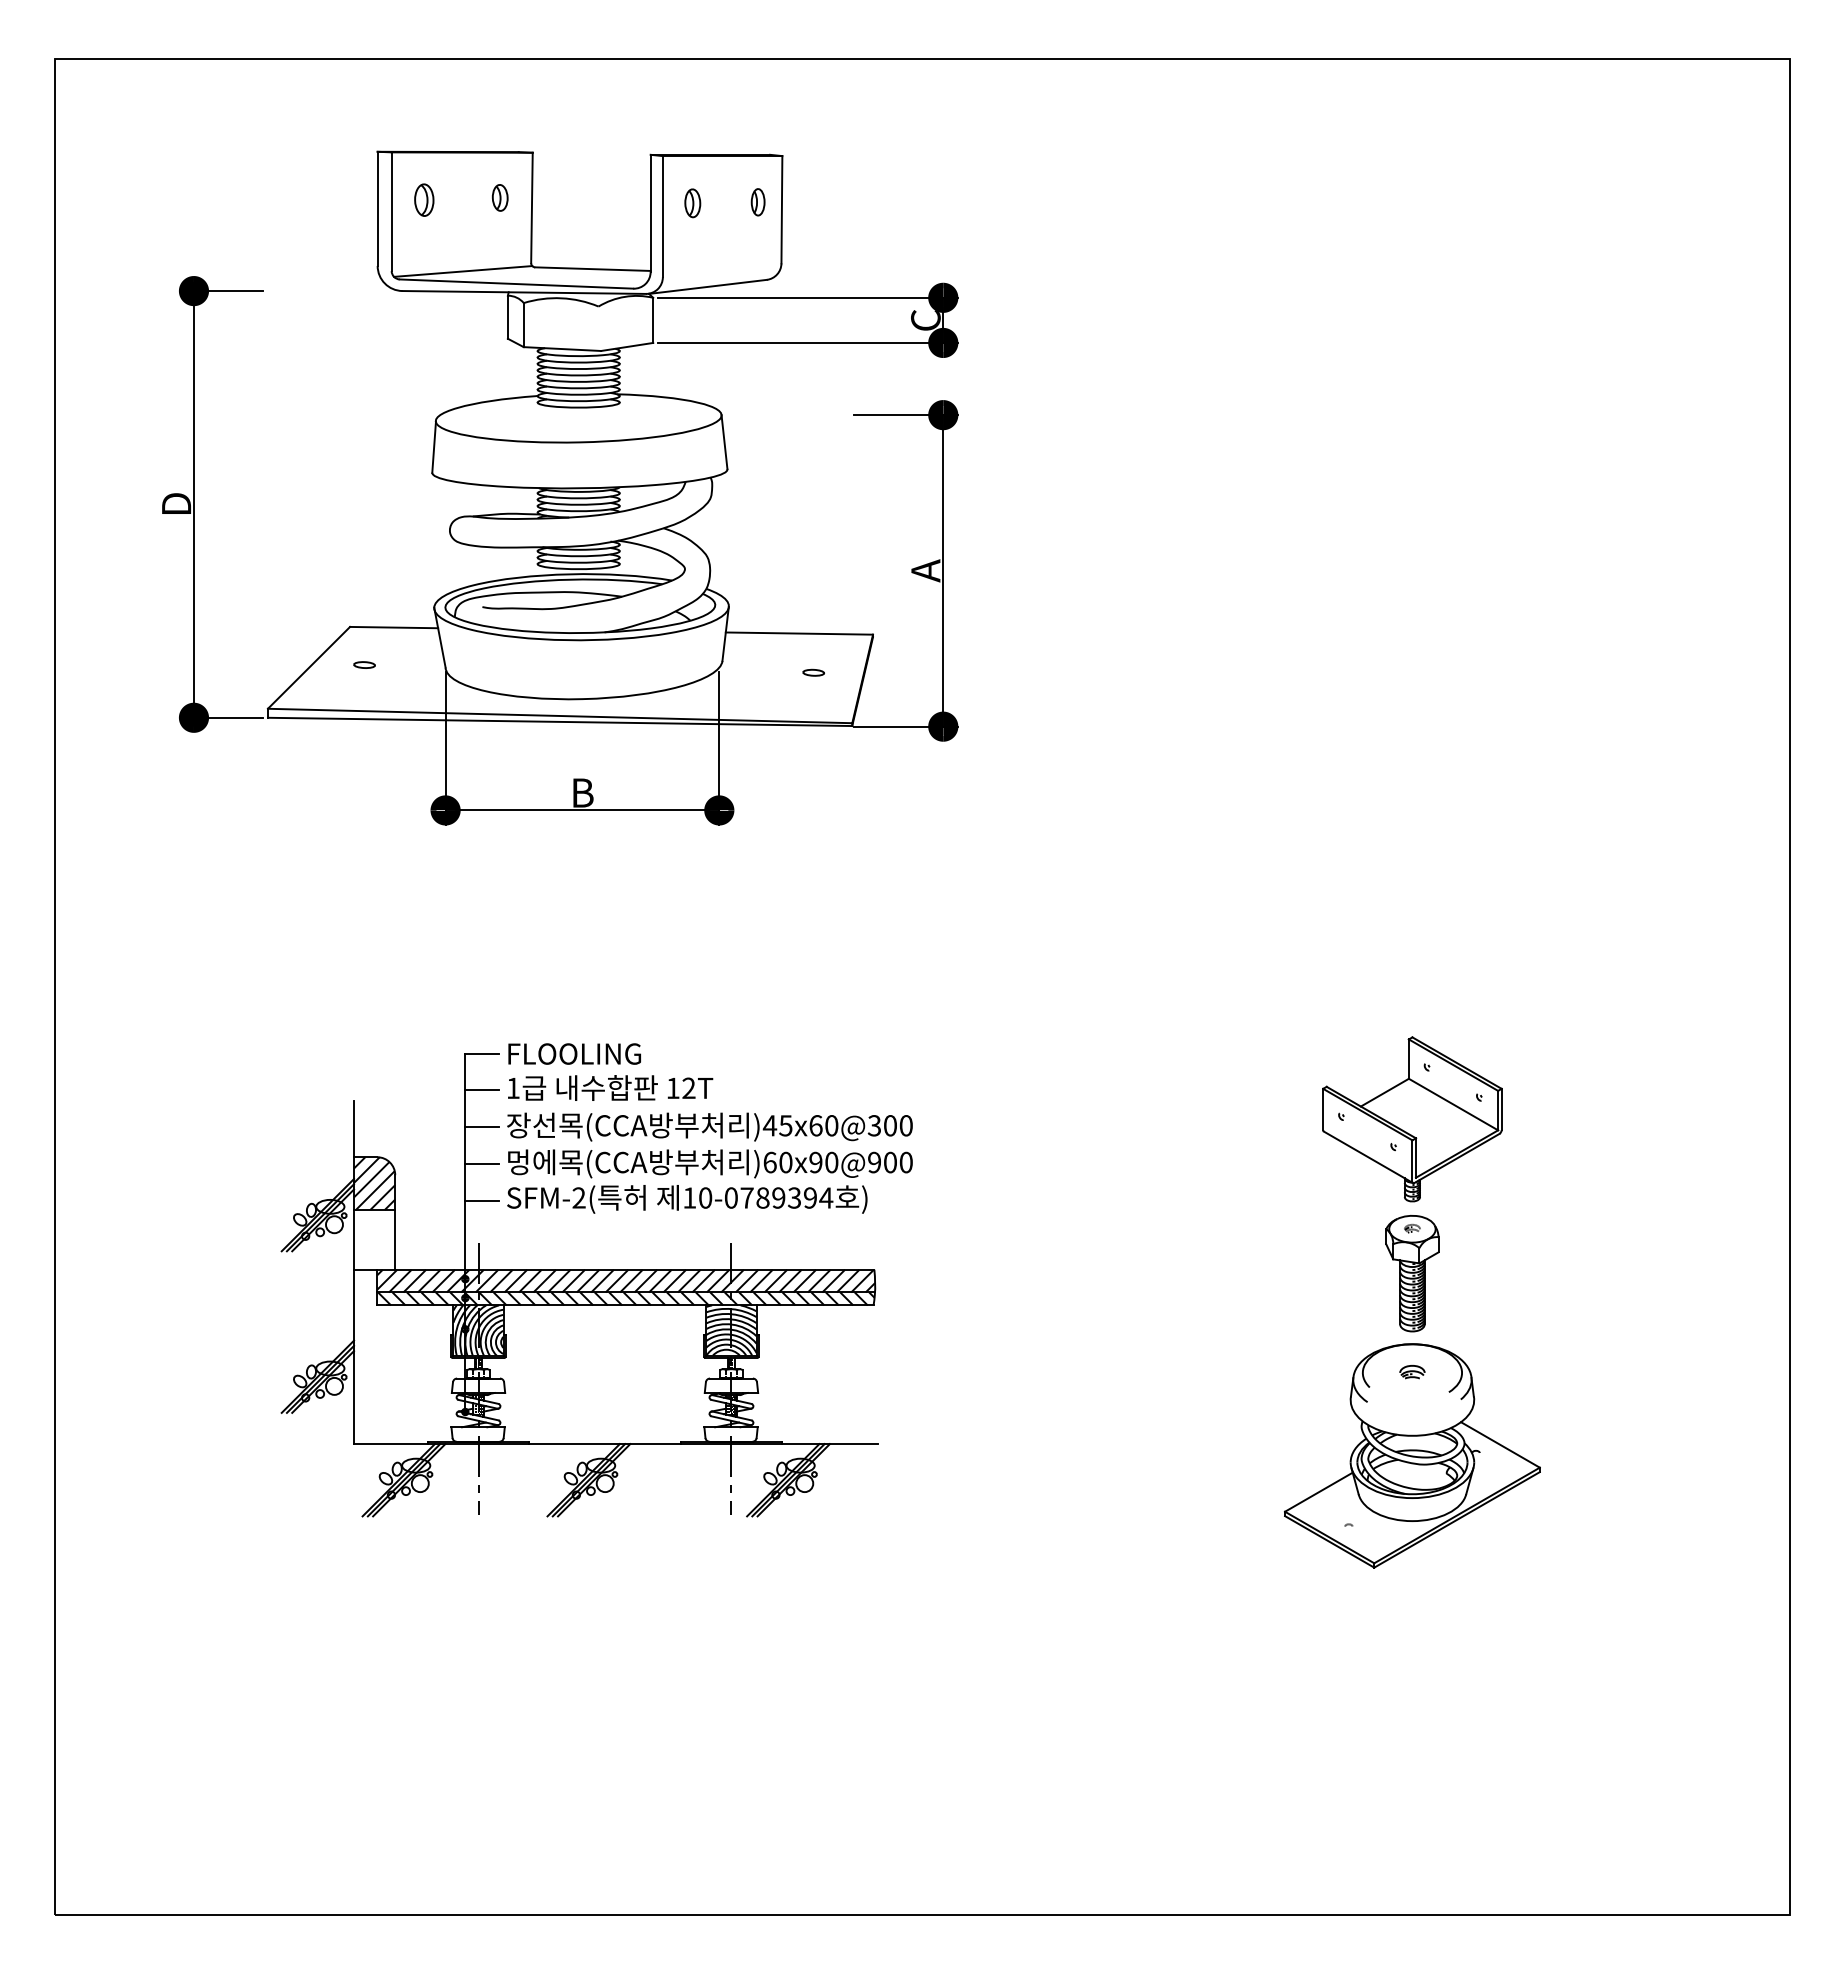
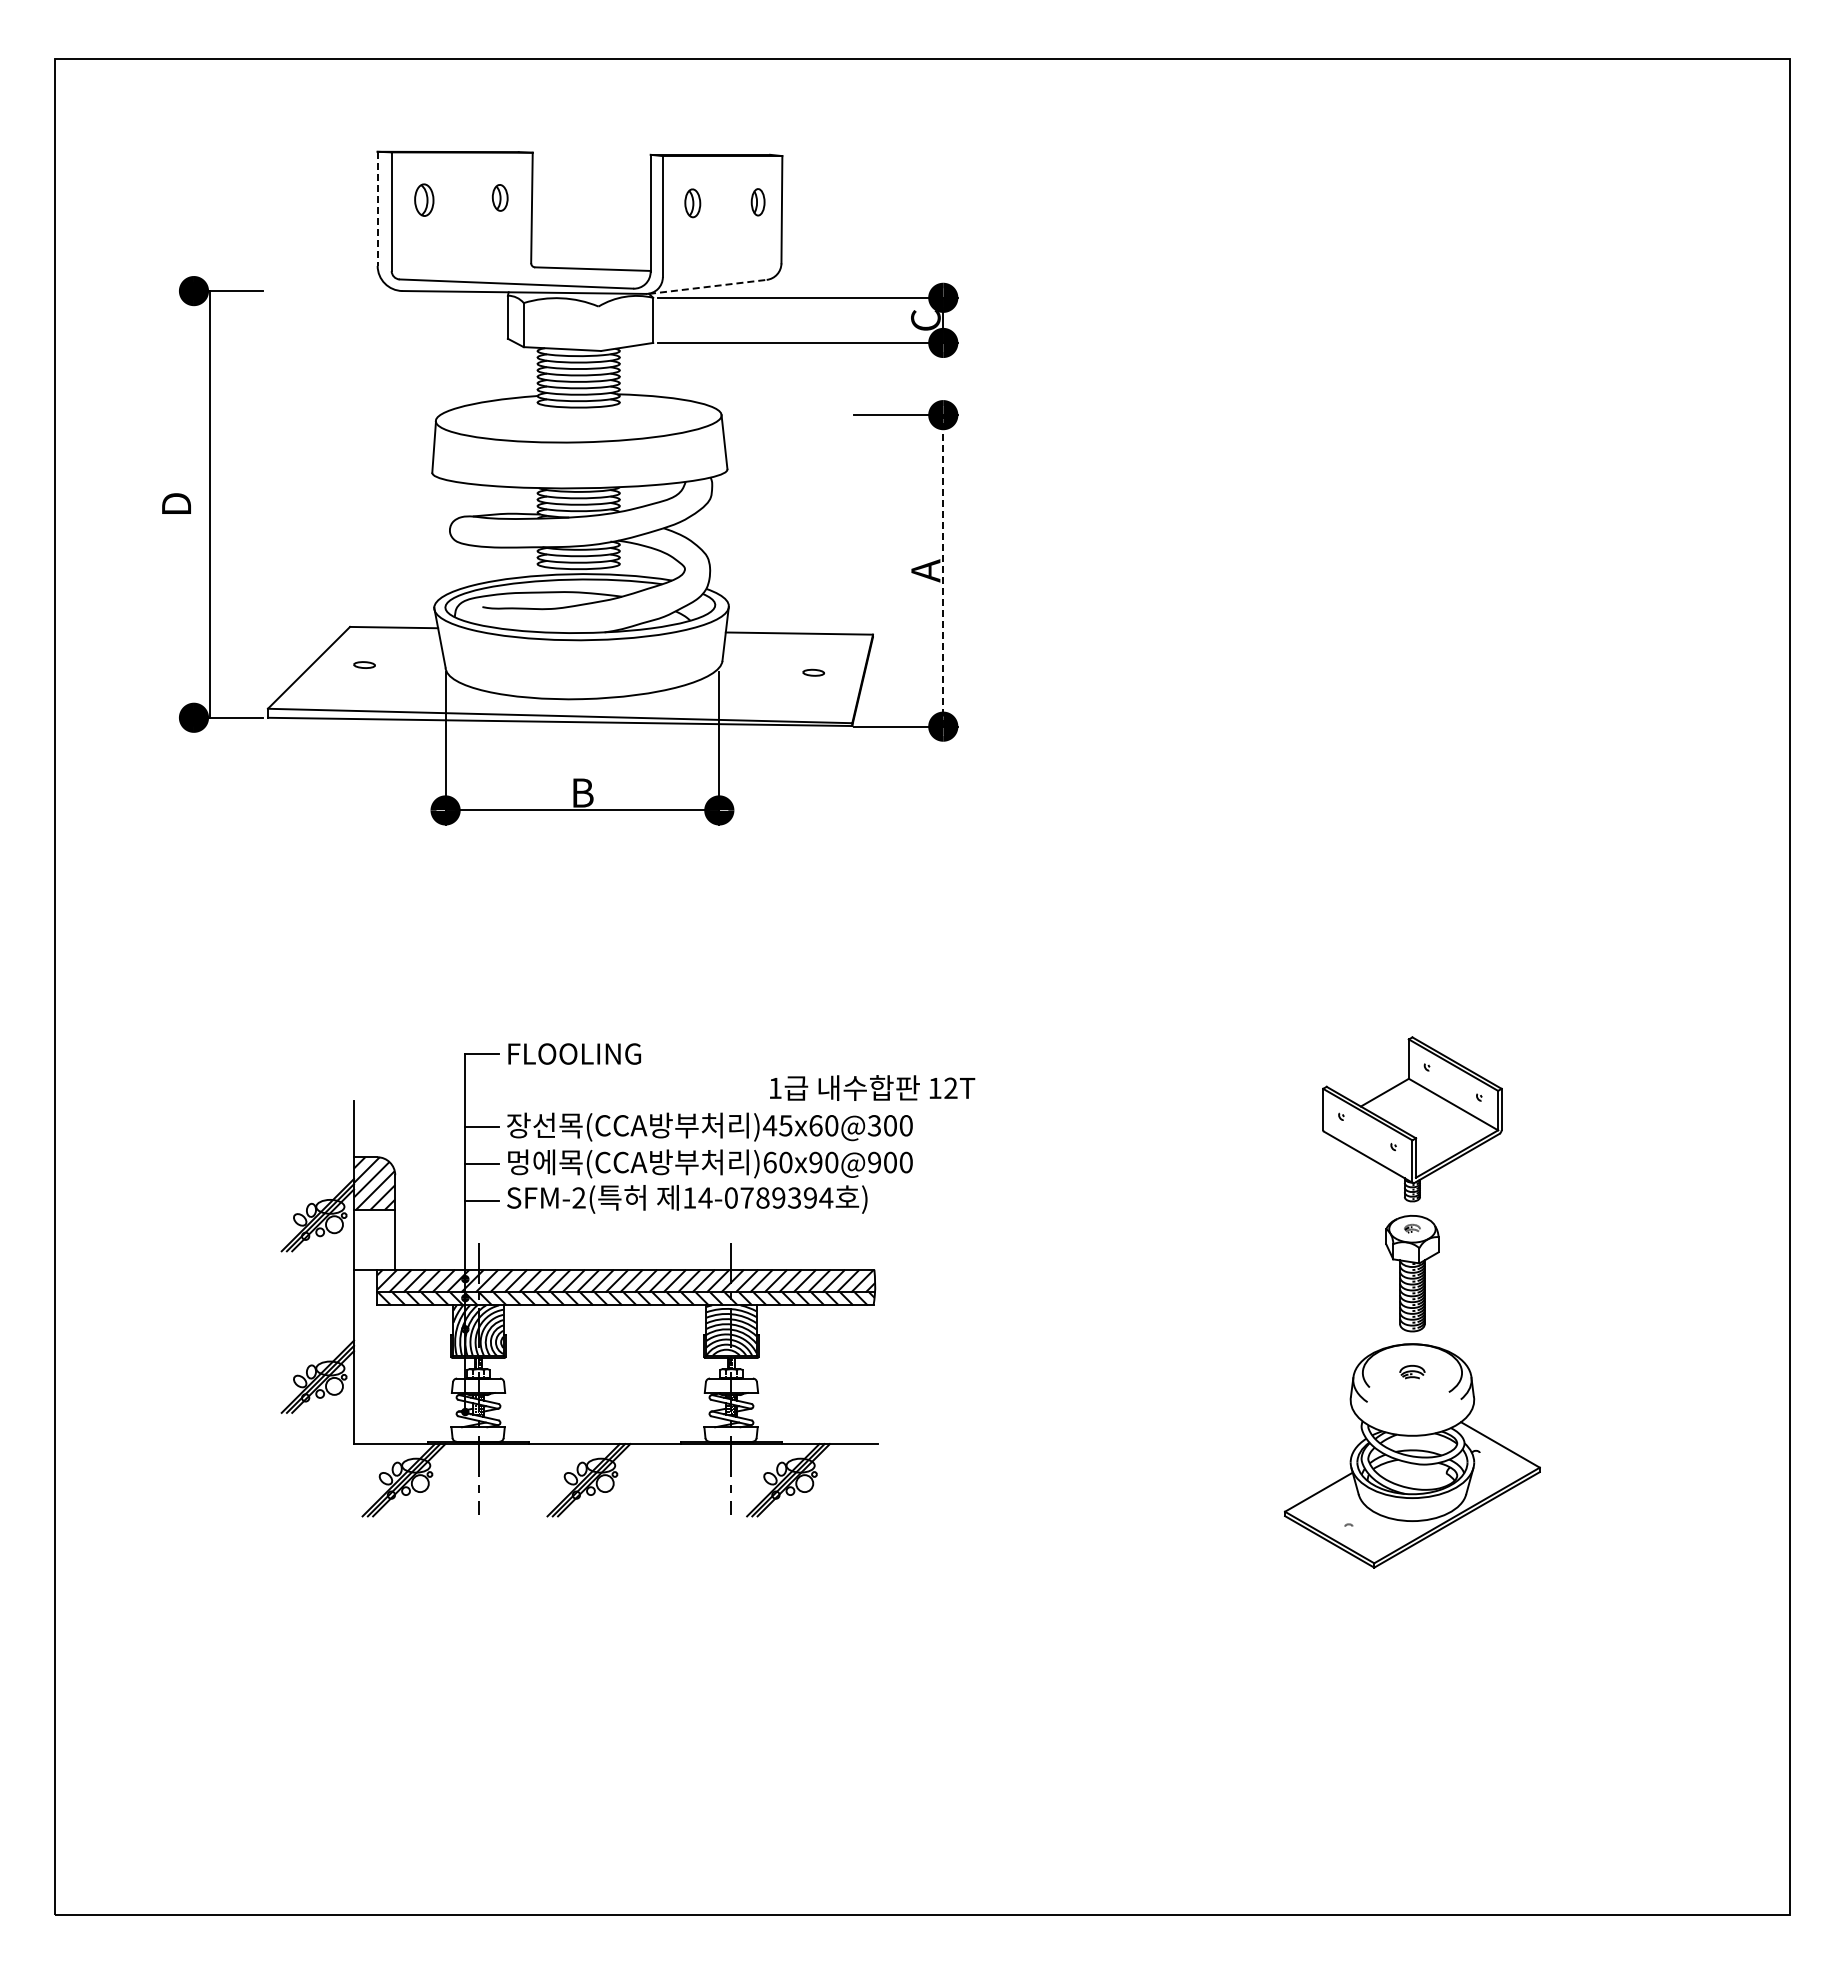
line at (377, 209): solid -> dashed
line at (463, 271): present -> none
line at (708, 286): solid -> dashed
line at (193, 504) position: (193, 504) -> (209, 504)
line at (943, 570): solid -> dashed
text at (610, 1087) position: (610, 1087) -> (872, 1087)
line at (482, 1090): present -> none
text at (705, 1197): 10-0789394 -> 14-0789394
